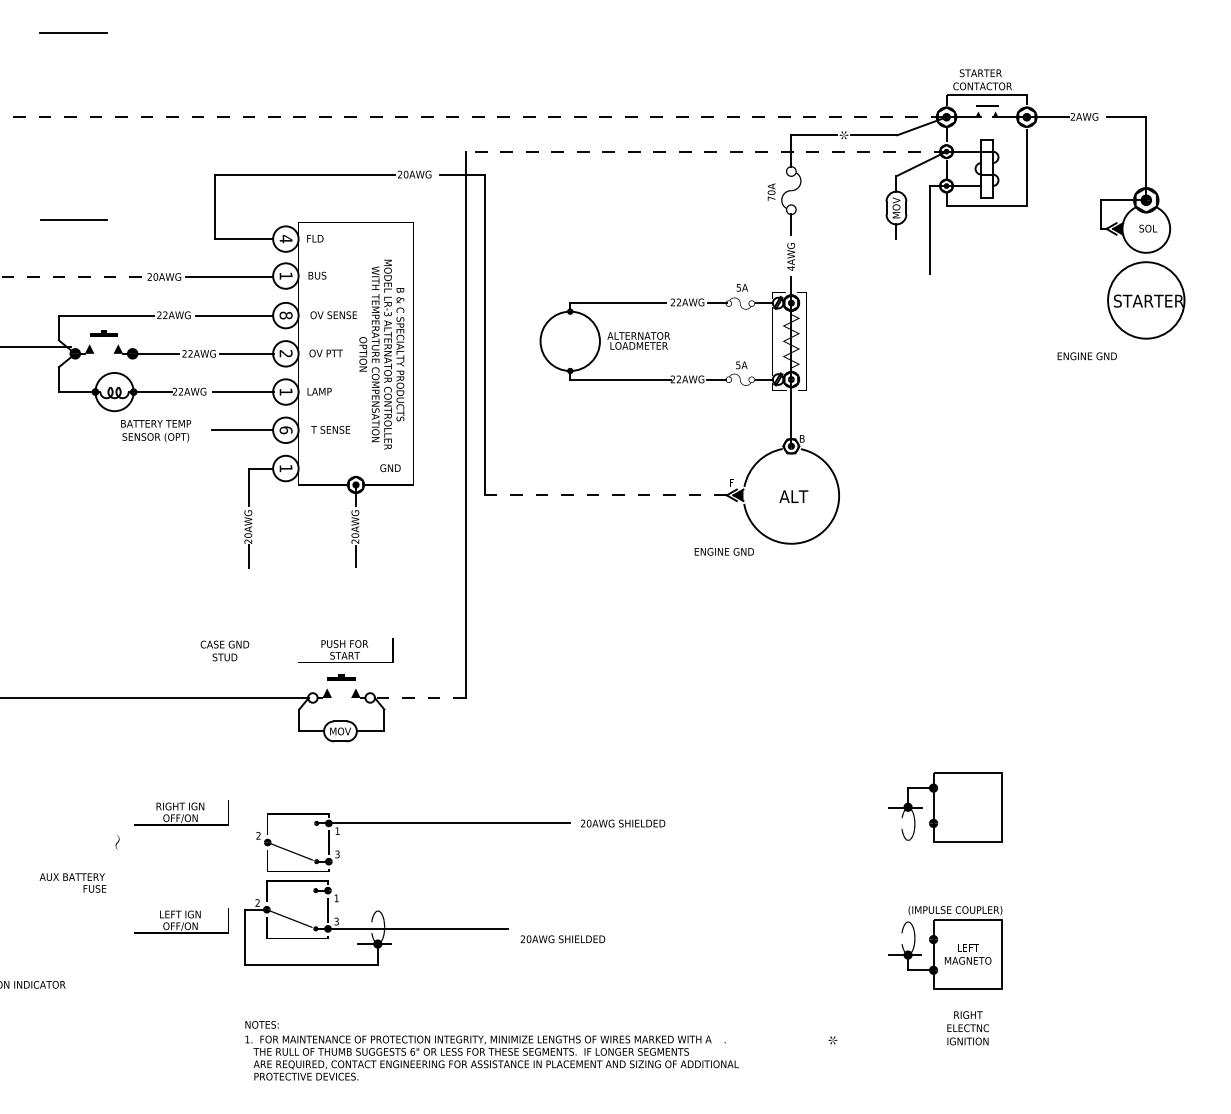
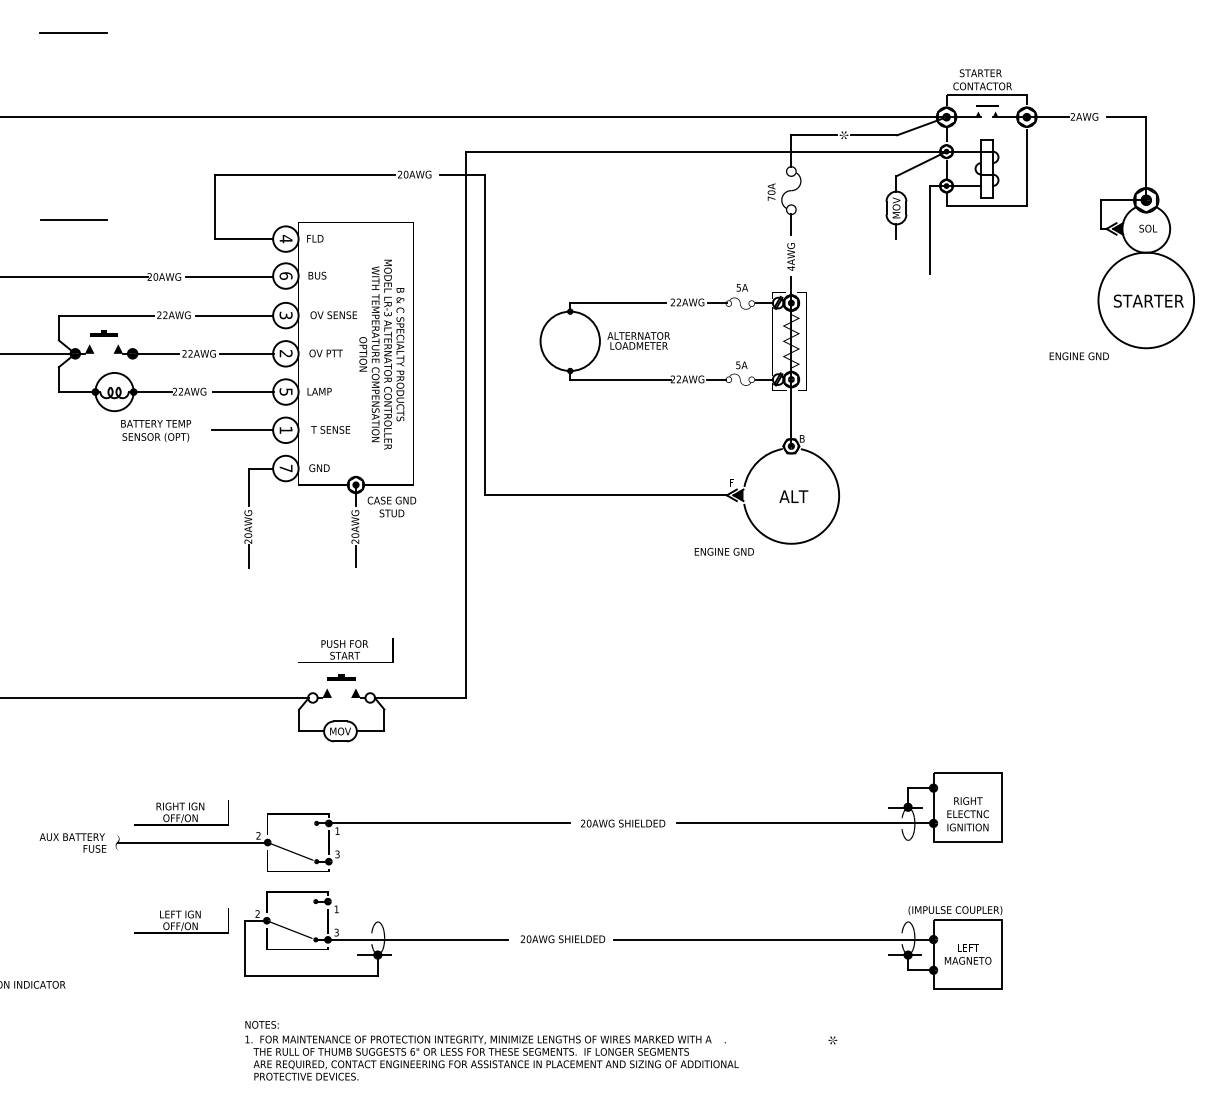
line at (473, 117): dashed -> solid
line at (705, 151): dashed -> solid
text at (285, 275): 1 -> 6
line at (74, 277): dashed -> solid
circle at (1146, 300) diameter: 76 px -> 96 px
text at (285, 315): 8 -> 3
line at (36, 346) position: (36, 346) -> (36, 353)
text at (1086, 356) position: (1086, 356) -> (1078, 356)
text at (285, 391): 1 -> 5
text at (285, 430): 6 -> 1
text at (285, 468): 1 -> 7
text at (390, 468) position: (390, 468) -> (319, 468)
line at (605, 495): dashed -> solid
text at (224, 650) position: (224, 650) -> (391, 506)
line at (420, 697): dashed -> solid
line at (804, 823): none -> present
line at (192, 842): none -> present
text at (72, 882) position: (72, 882) -> (72, 842)
part at (376, 922) position: (376, 922) -> (376, 933)
line at (773, 939): none -> present
text at (967, 1028) position: (967, 1028) -> (967, 814)
